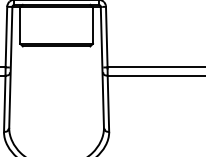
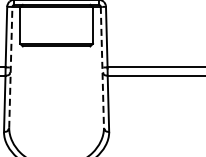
line at (10, 66): solid -> dashed
line at (102, 67): solid -> dashed
